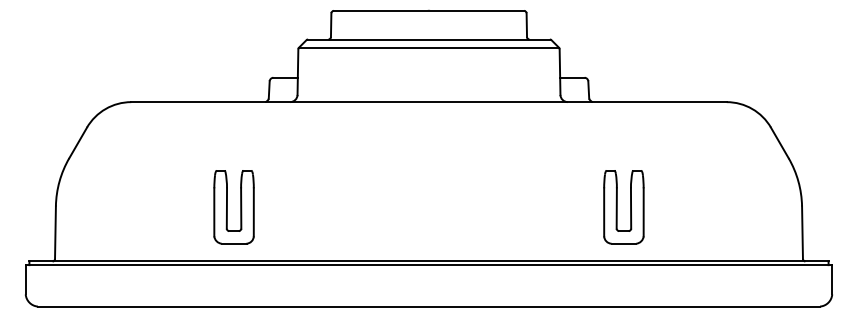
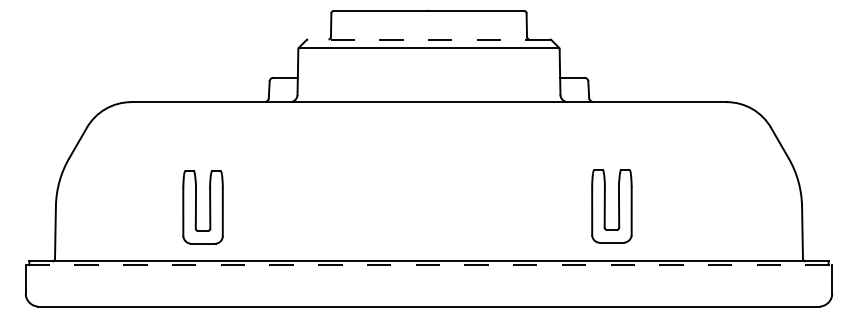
line at (429, 39): solid -> dashed
part at (233, 207) position: (233, 207) -> (202, 207)
part at (623, 207) position: (623, 207) -> (611, 206)
line at (429, 265): solid -> dashed
